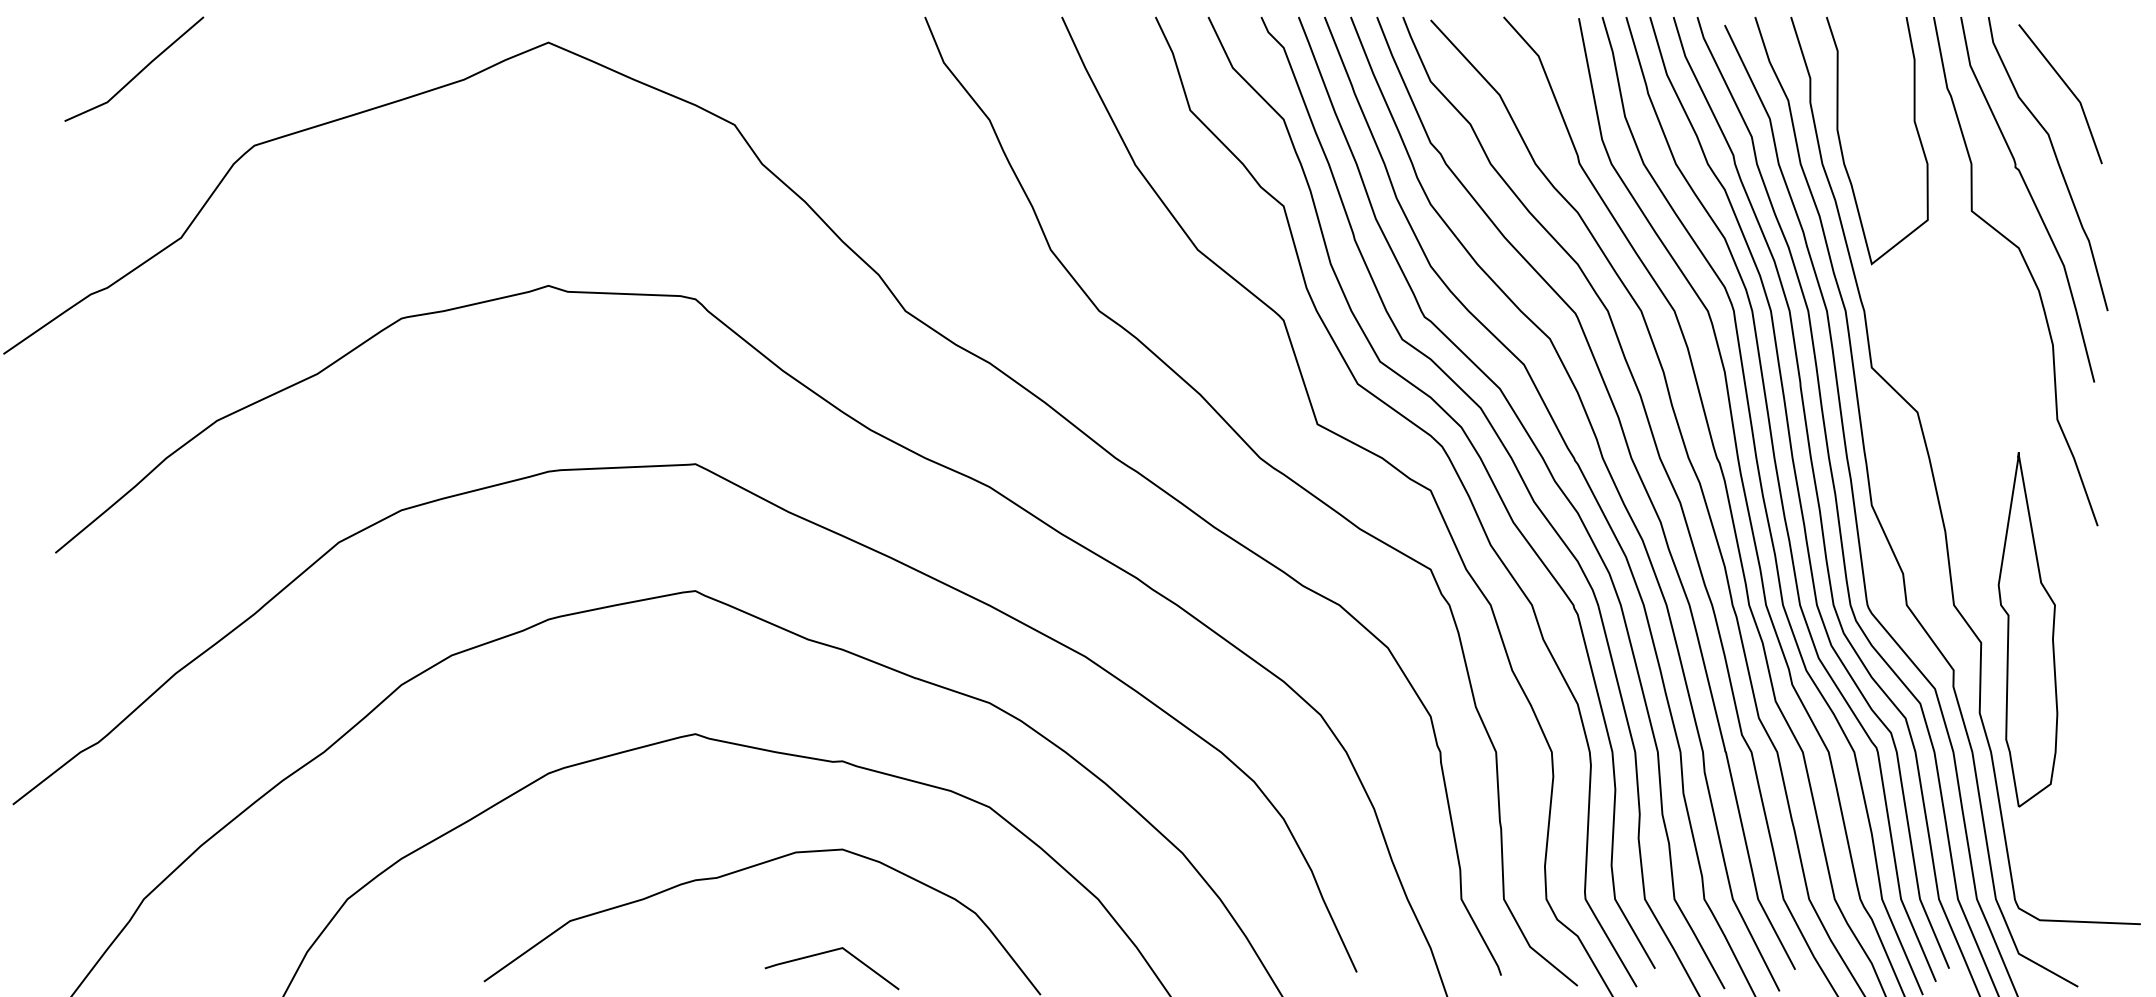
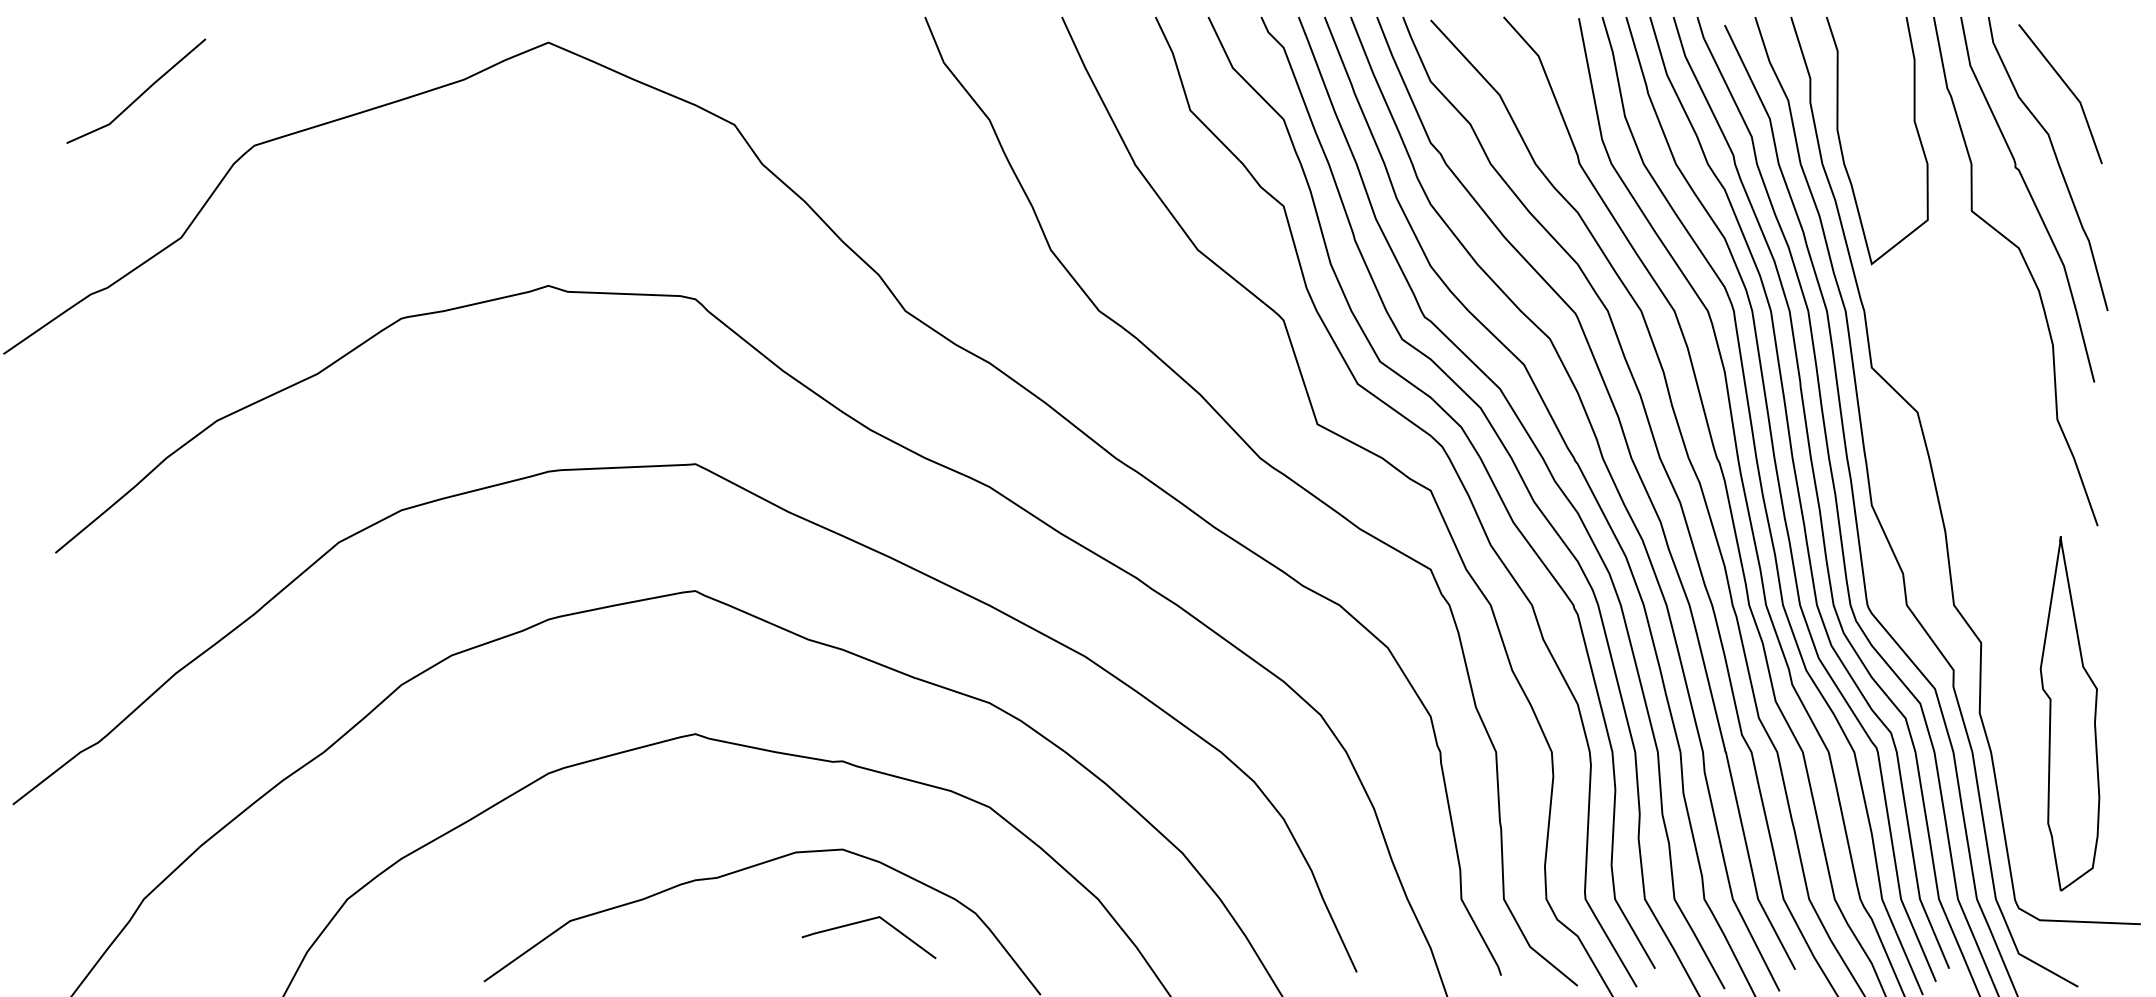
line at (138, 72) position: (138, 72) -> (140, 94)
part at (2027, 629) position: (2027, 629) -> (2069, 713)
line at (826, 953) position: (826, 953) -> (863, 922)
